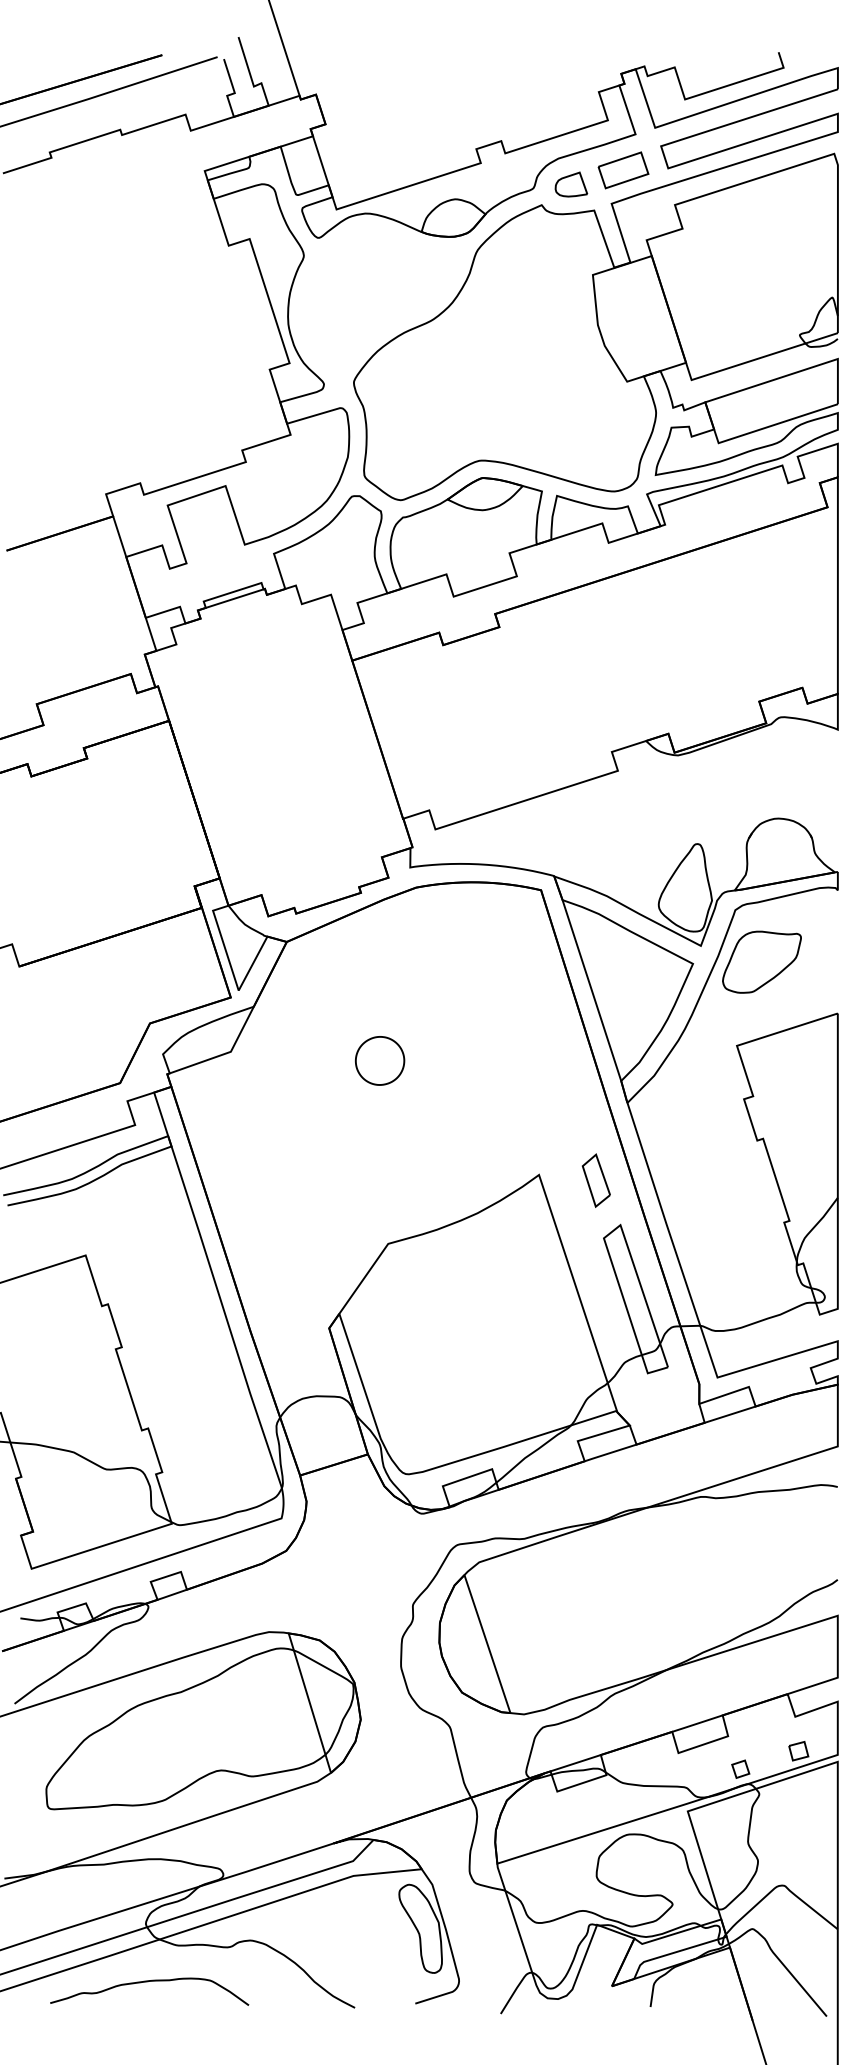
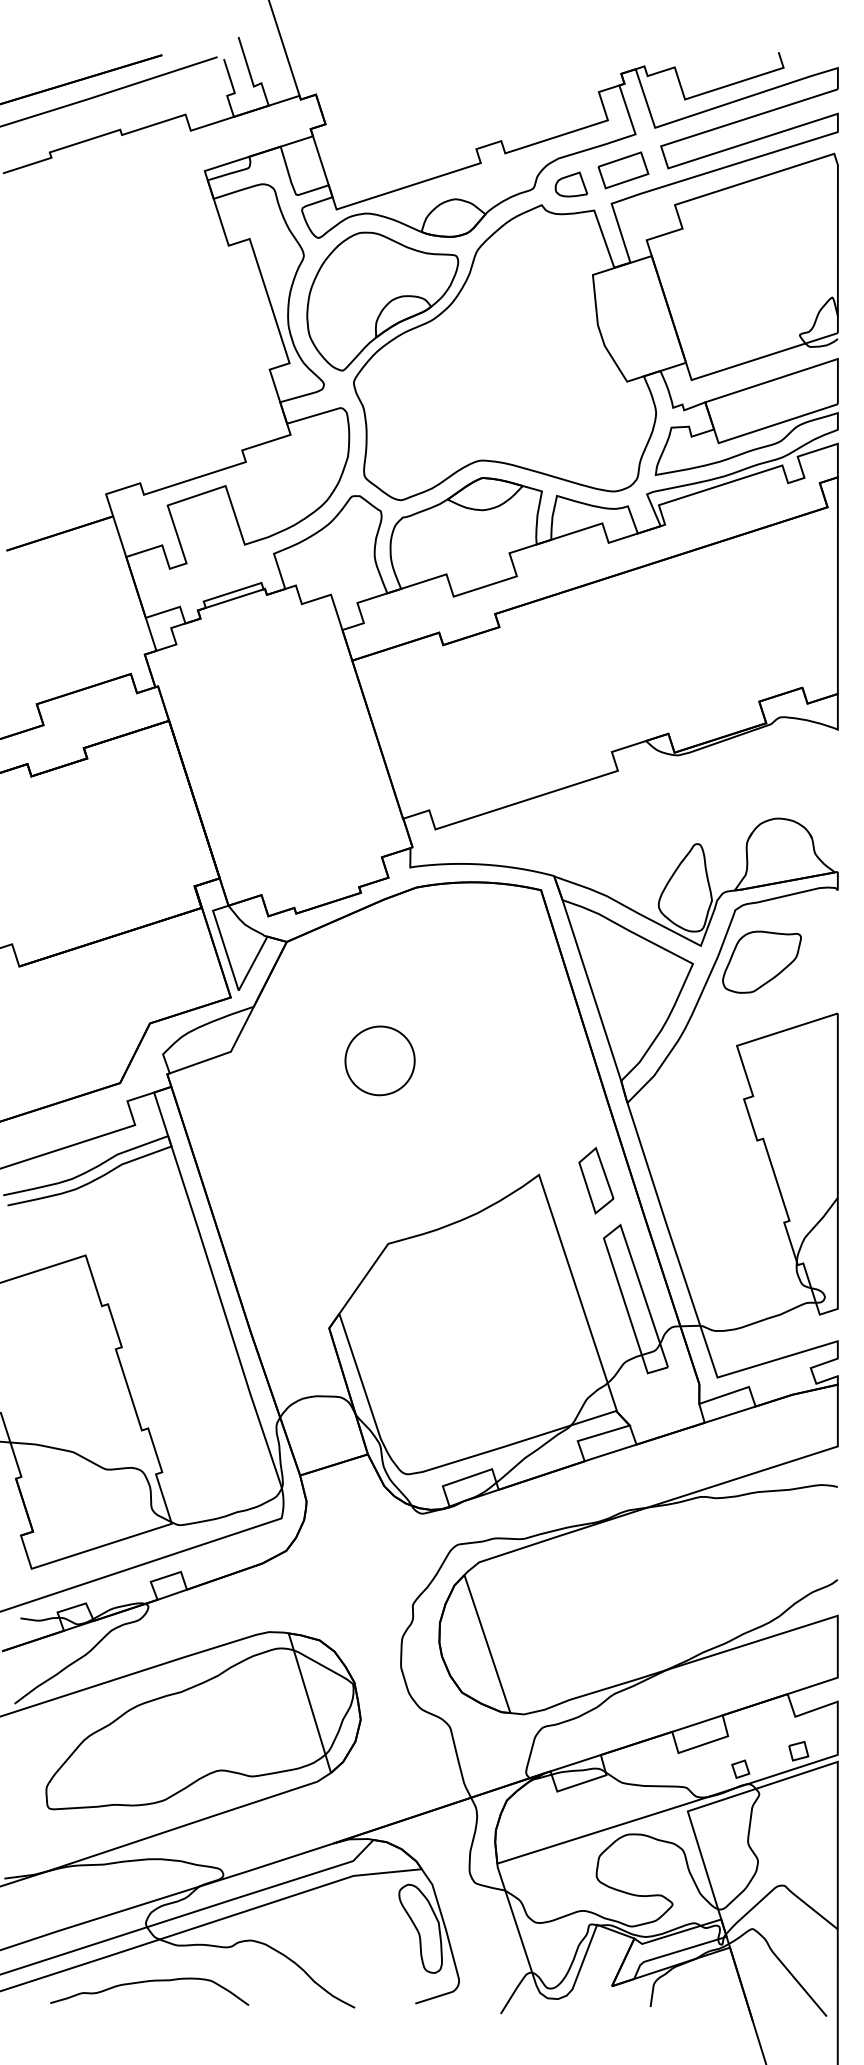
part at (382, 301): none -> present
part at (380, 1060) size: 51x50 px -> 72x72 px
part at (595, 1180) size: 30x55 px -> 37x69 px
